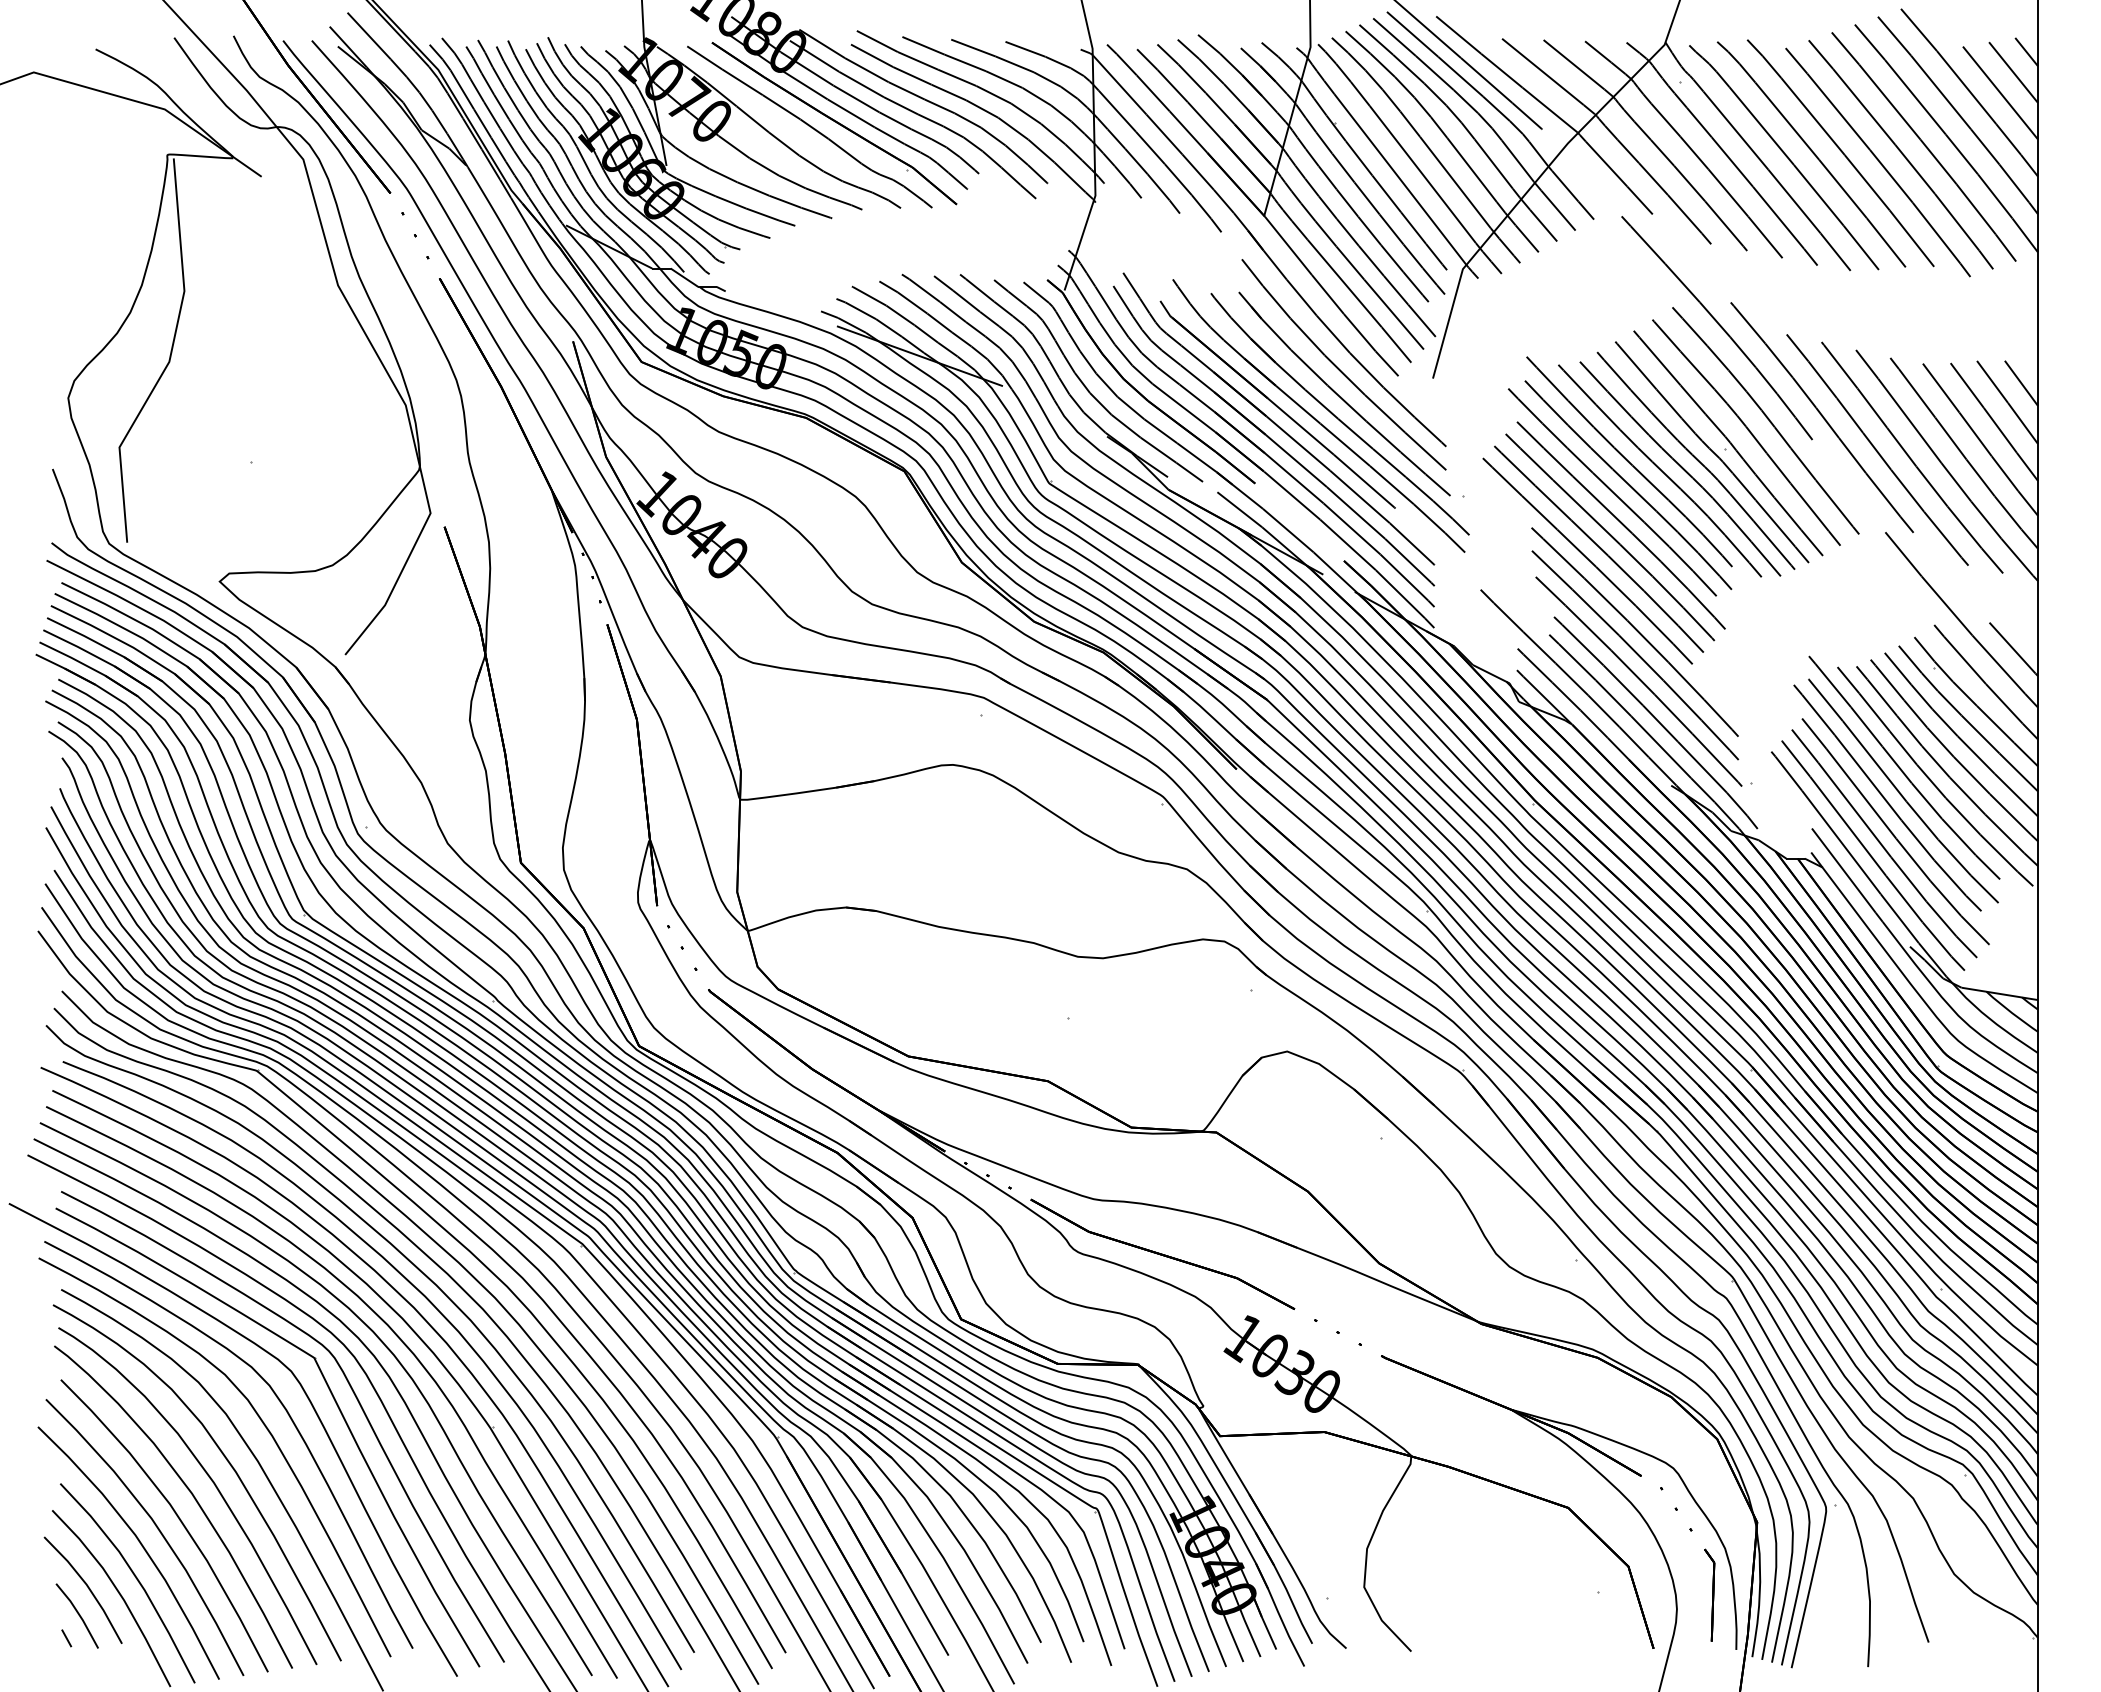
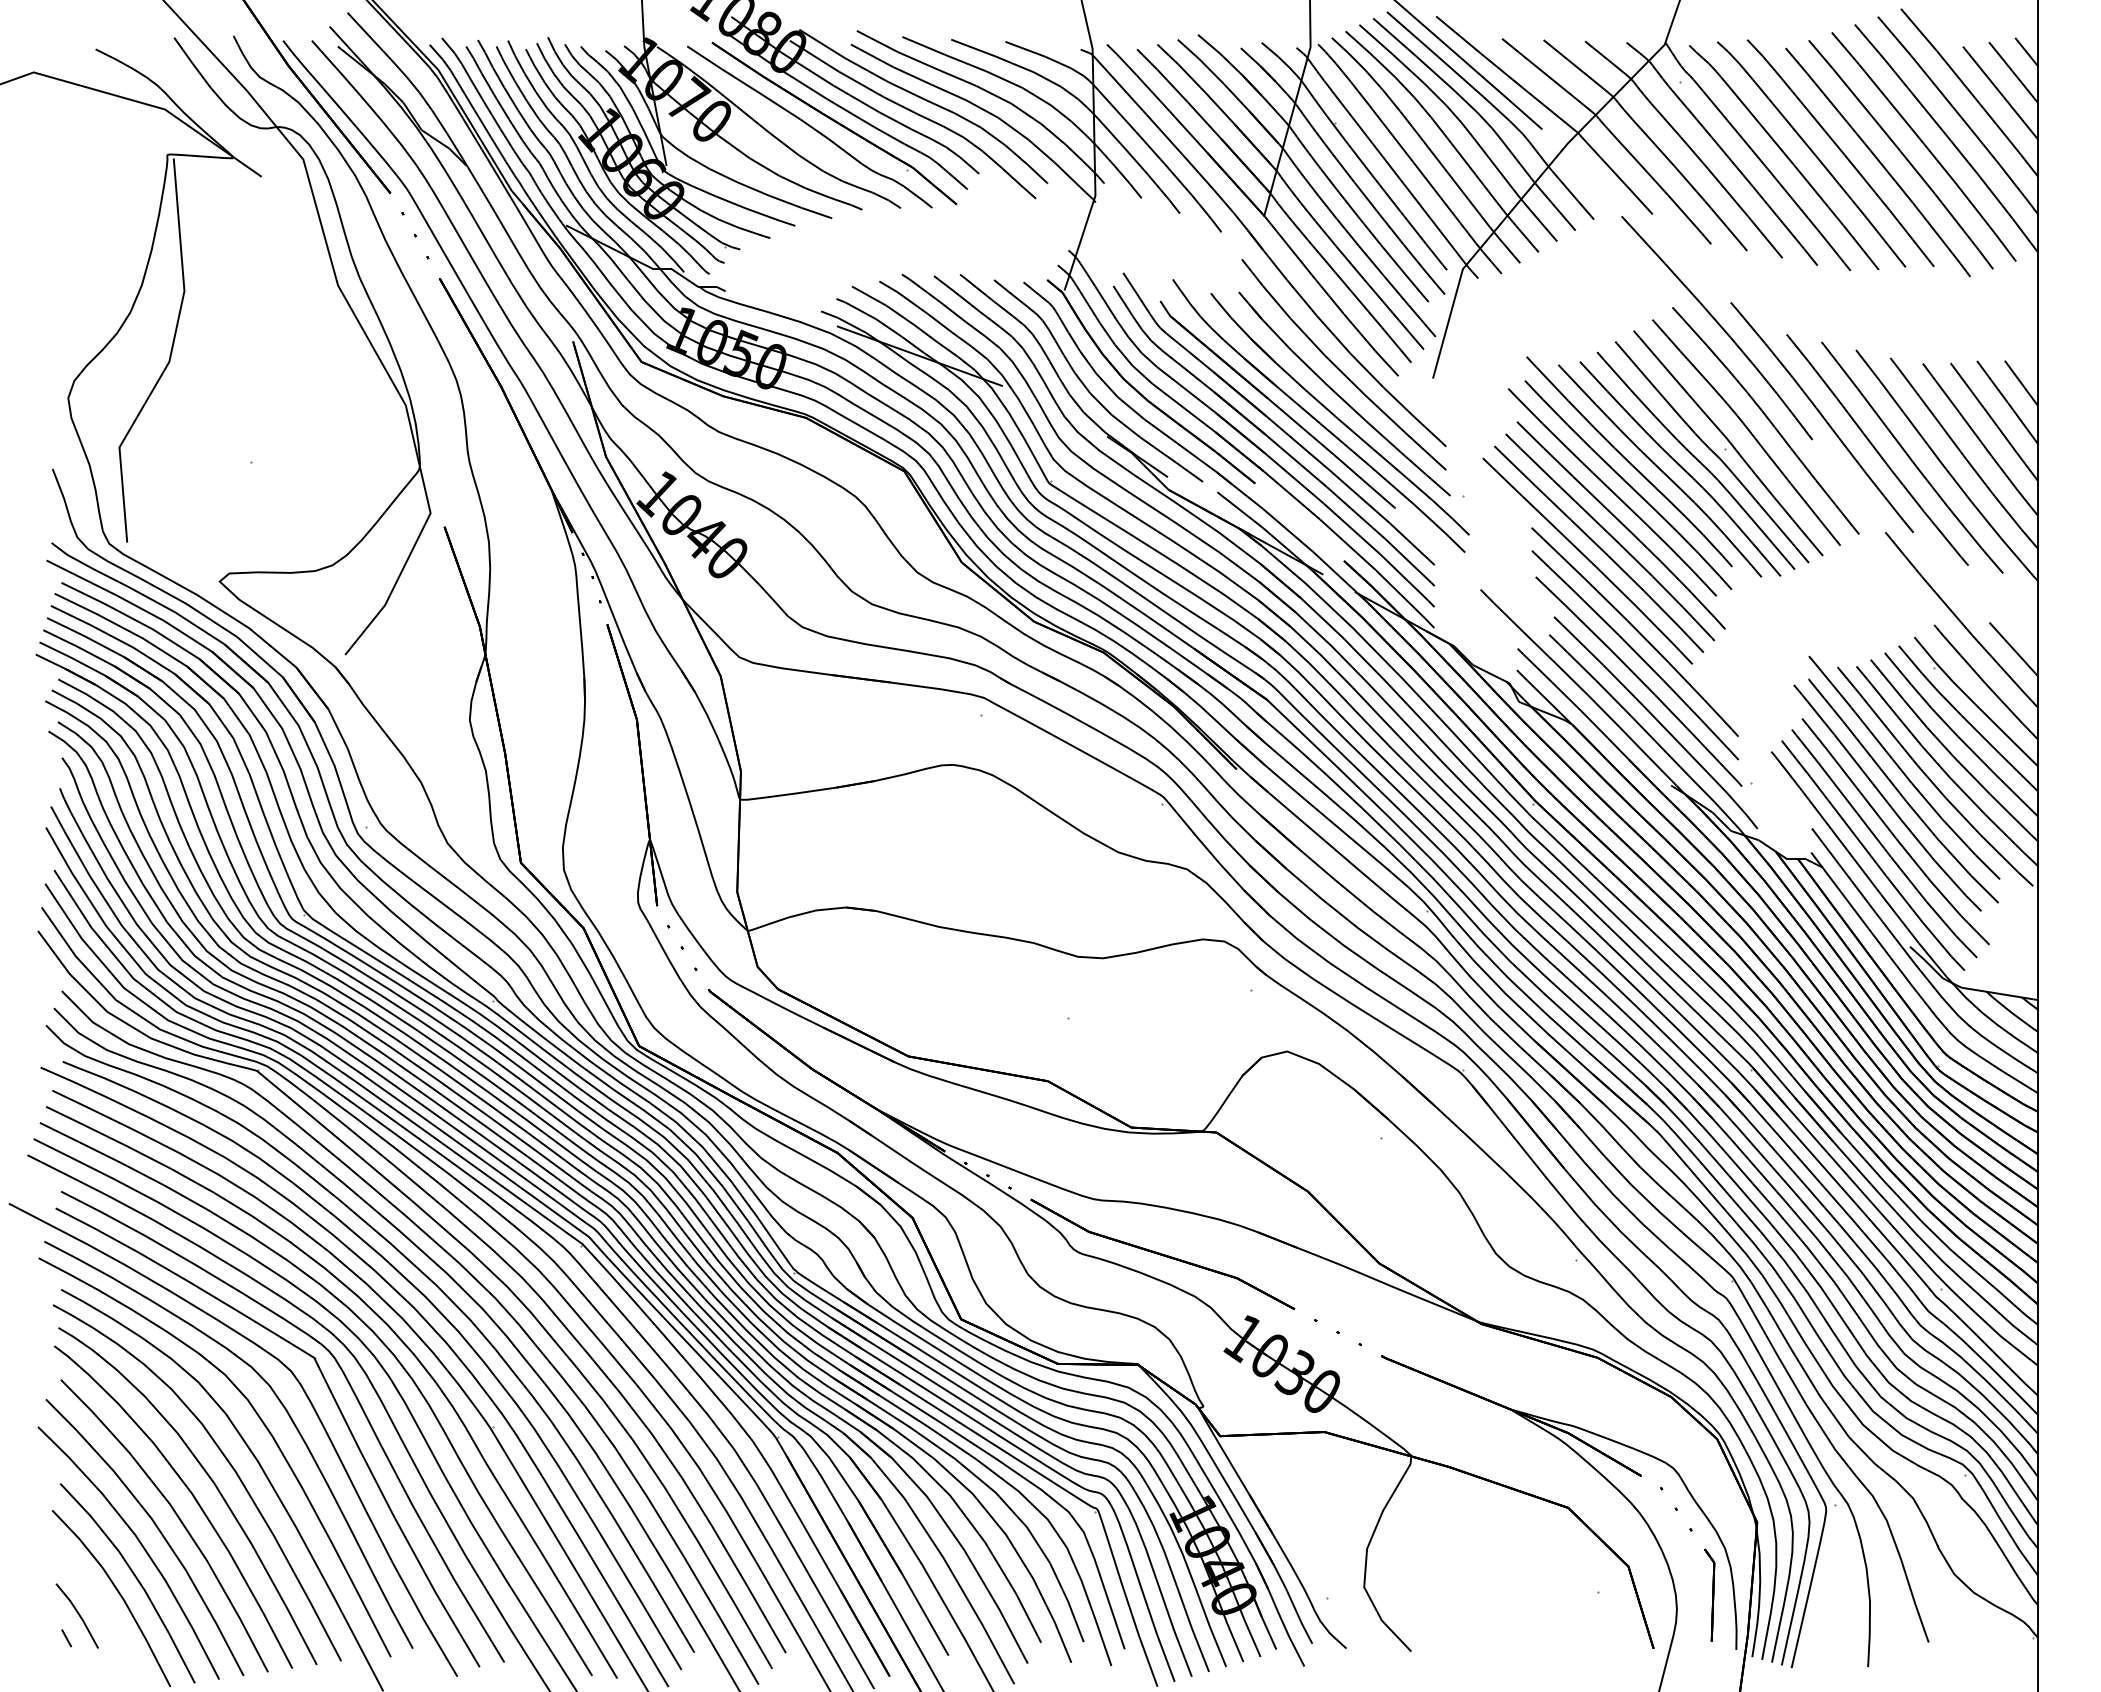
line at (86, 1586): present -> none
